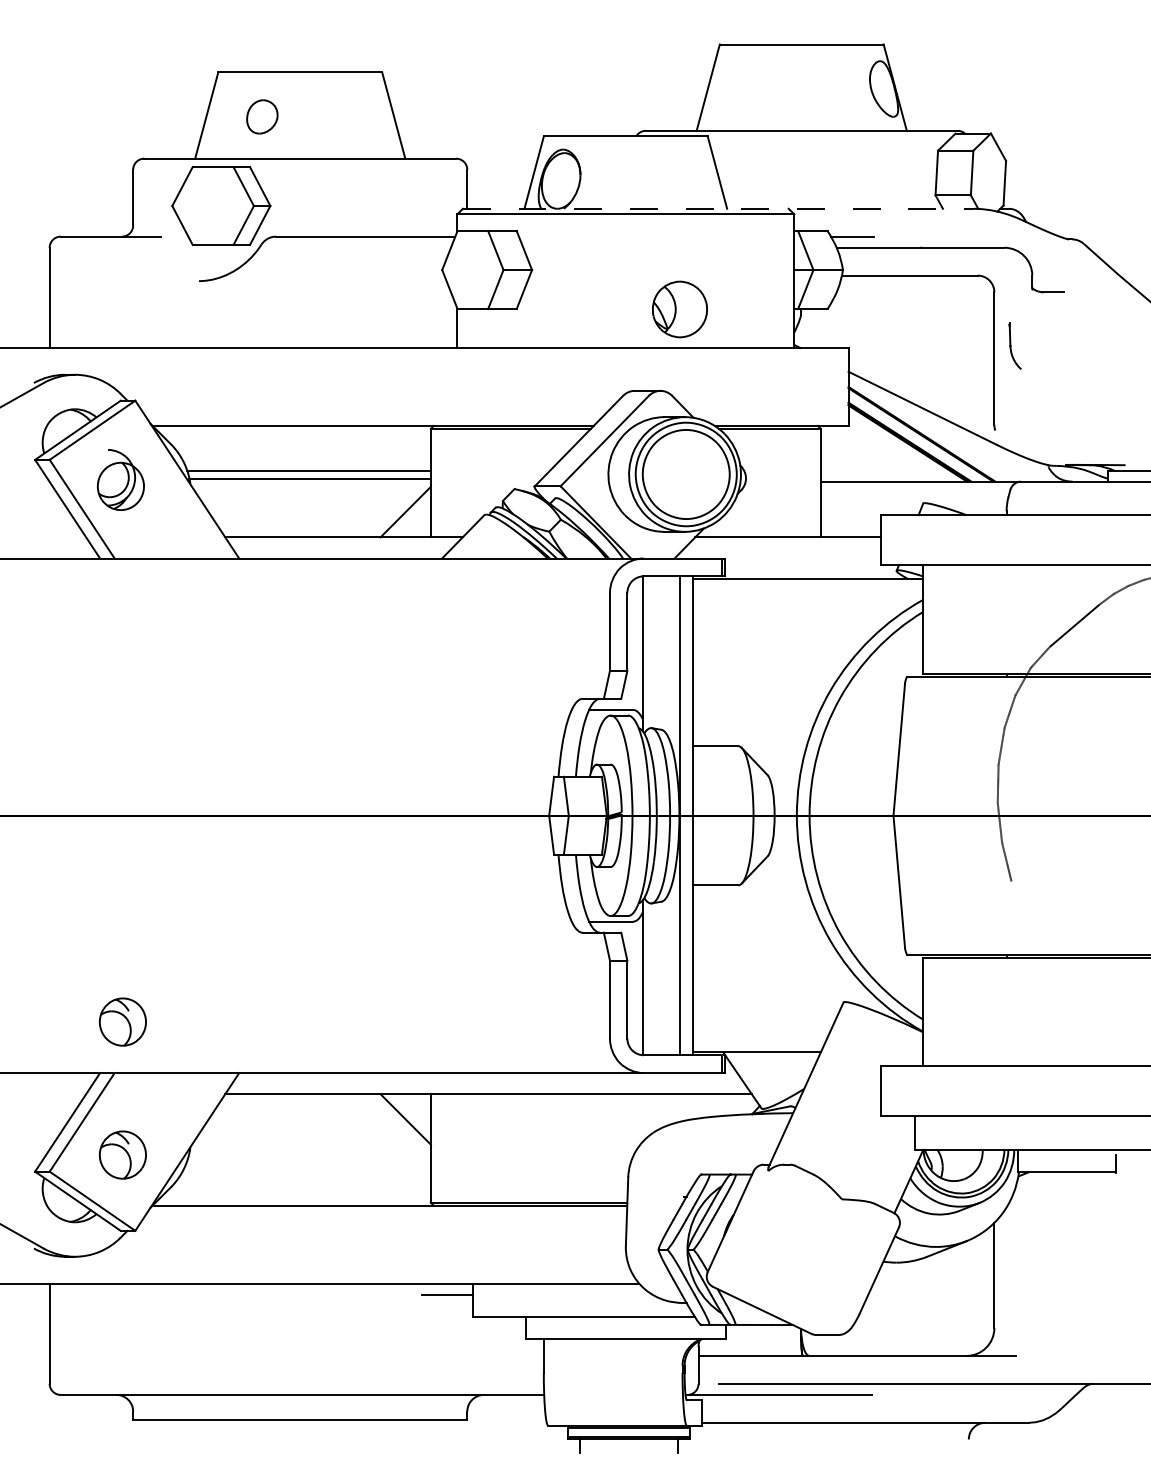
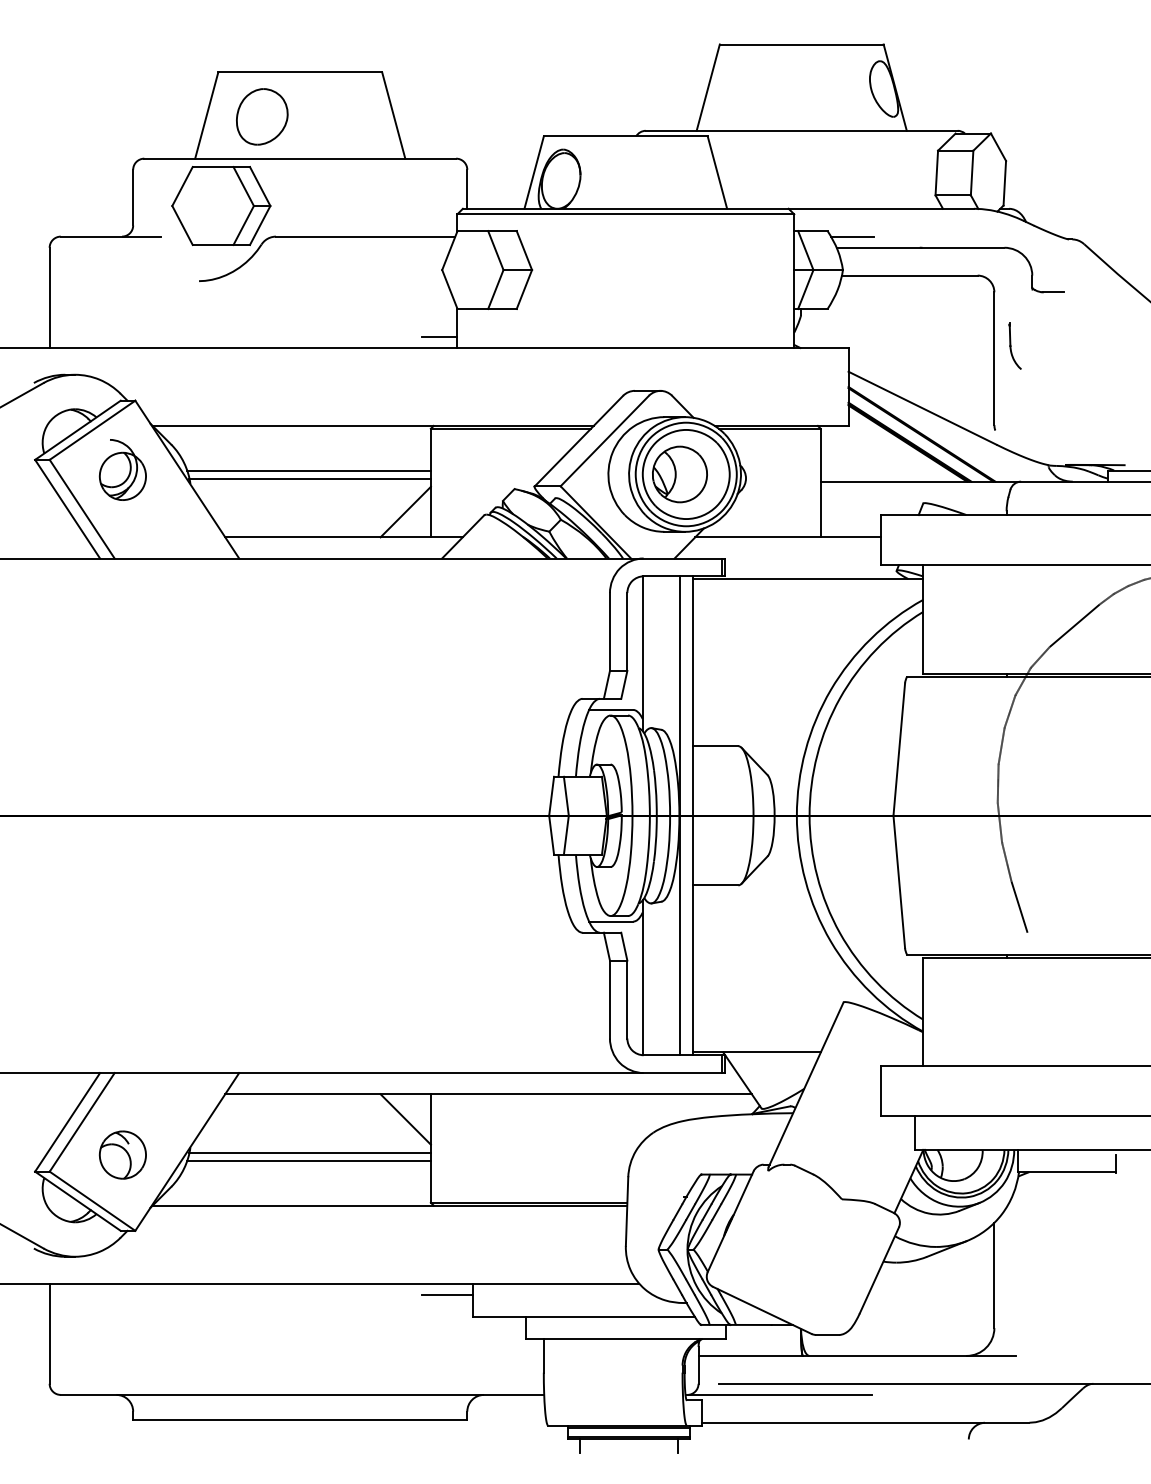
part at (262, 116) size: 33x36 px -> 53x58 px
line at (718, 208): dashed -> solid
part at (679, 309) position: (679, 309) -> (679, 474)
line at (439, 336): none -> present
part at (120, 479) position: (120, 479) -> (122, 469)
line at (1019, 906): none -> present
part at (122, 1021): present -> none
line at (309, 1152): none -> present
line at (308, 1161): none -> present
